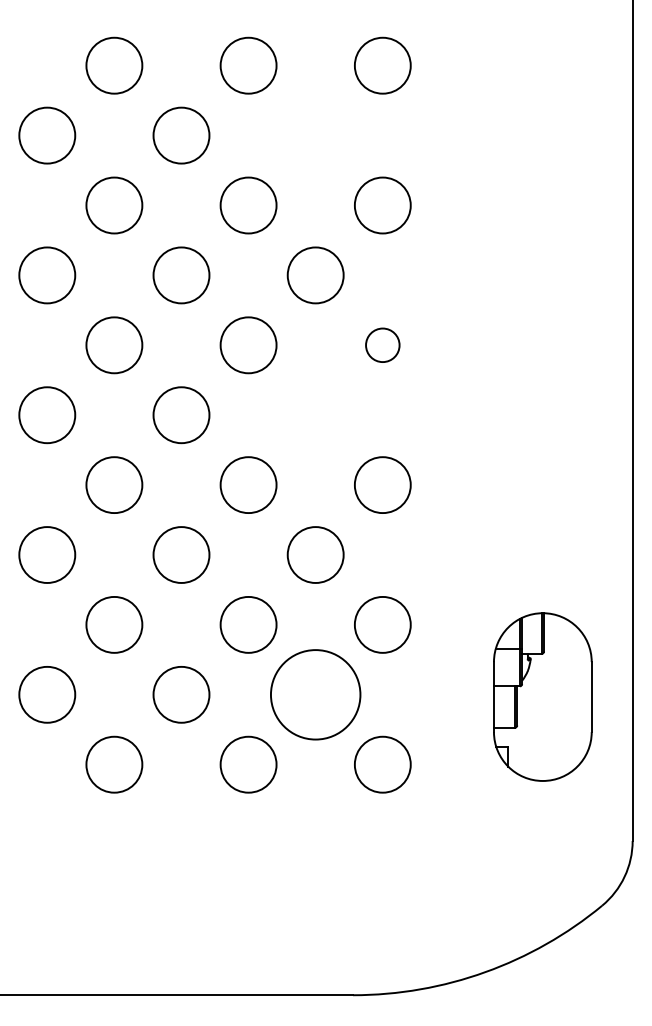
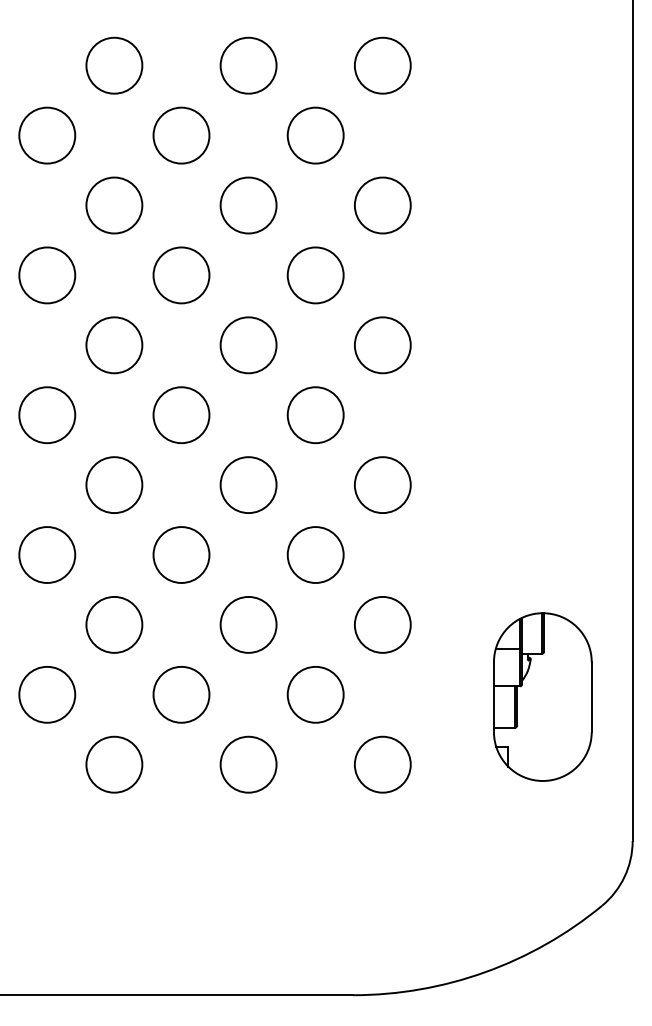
circle at (315, 135): none -> present
circle at (382, 345) diameter: 34 px -> 56 px
circle at (315, 415): none -> present
circle at (315, 694) diameter: 89 px -> 56 px
